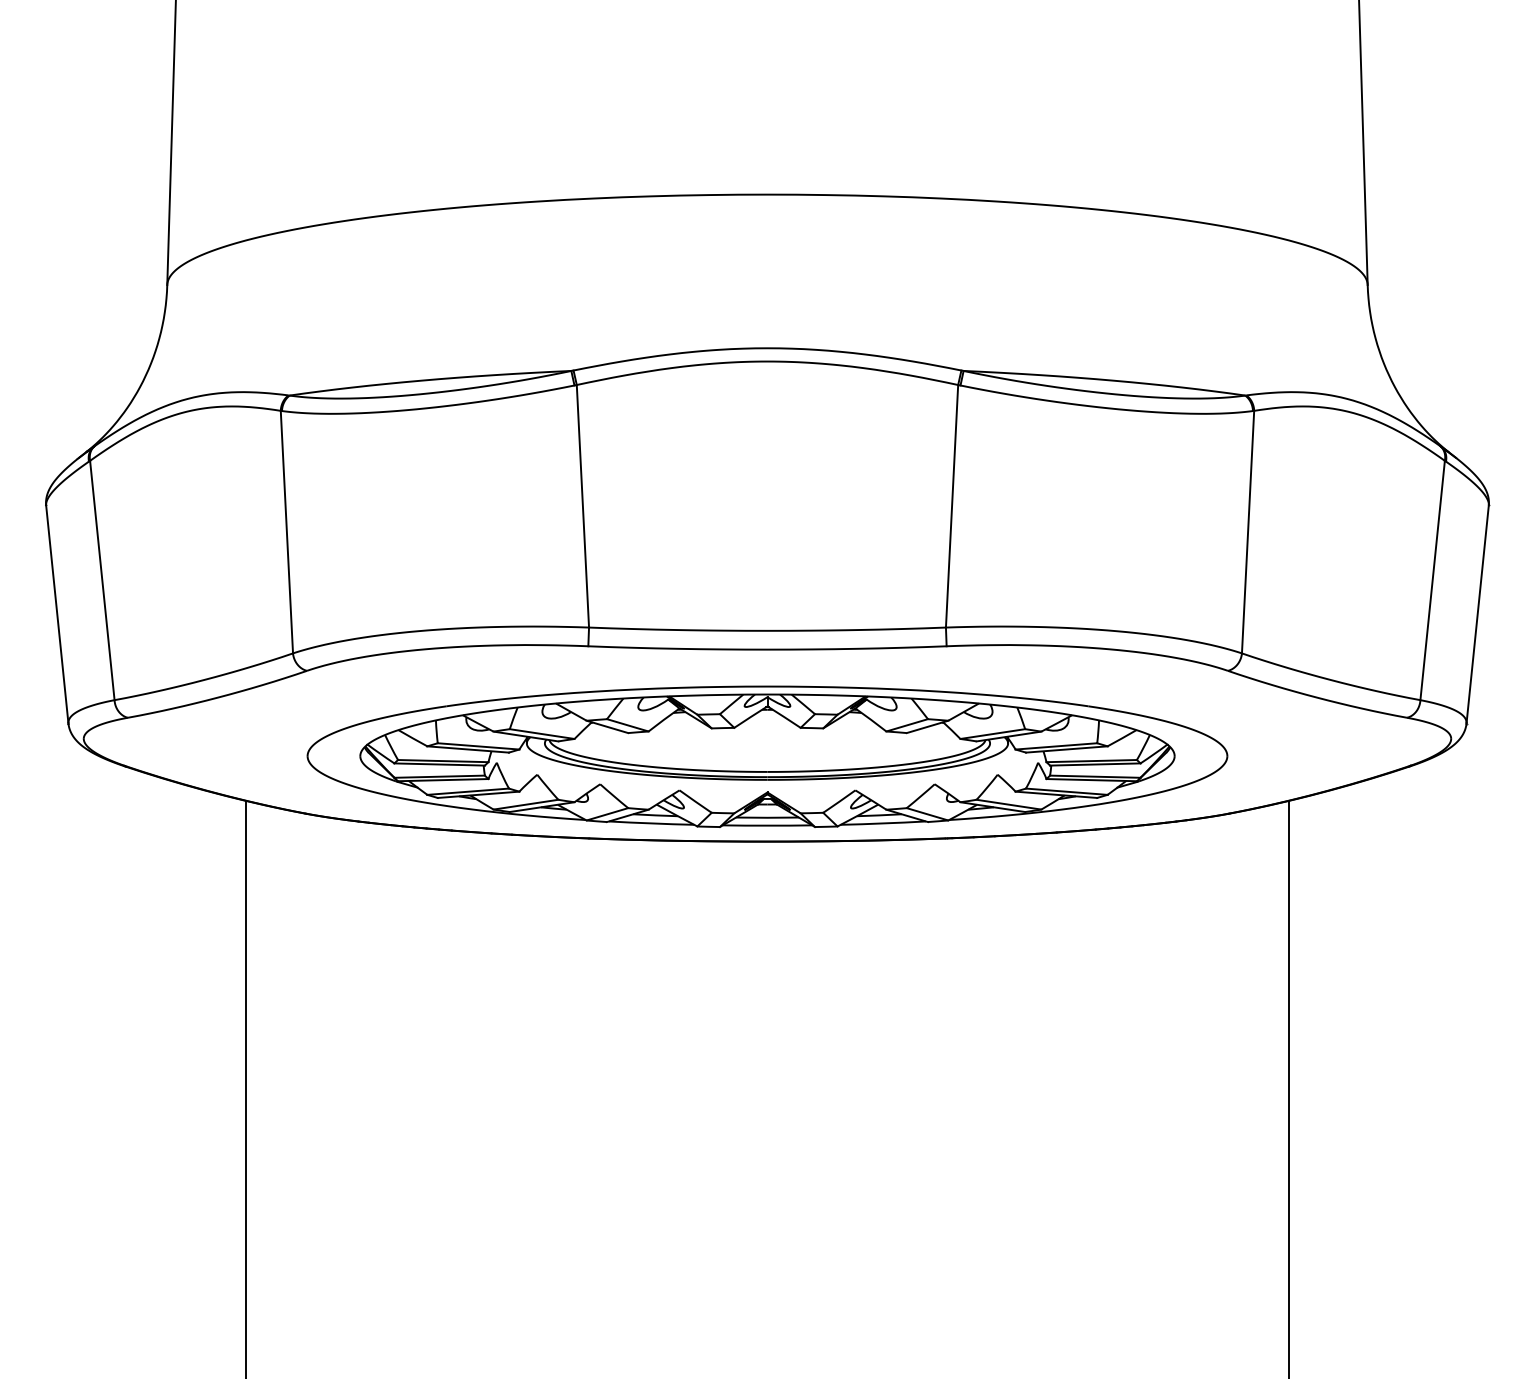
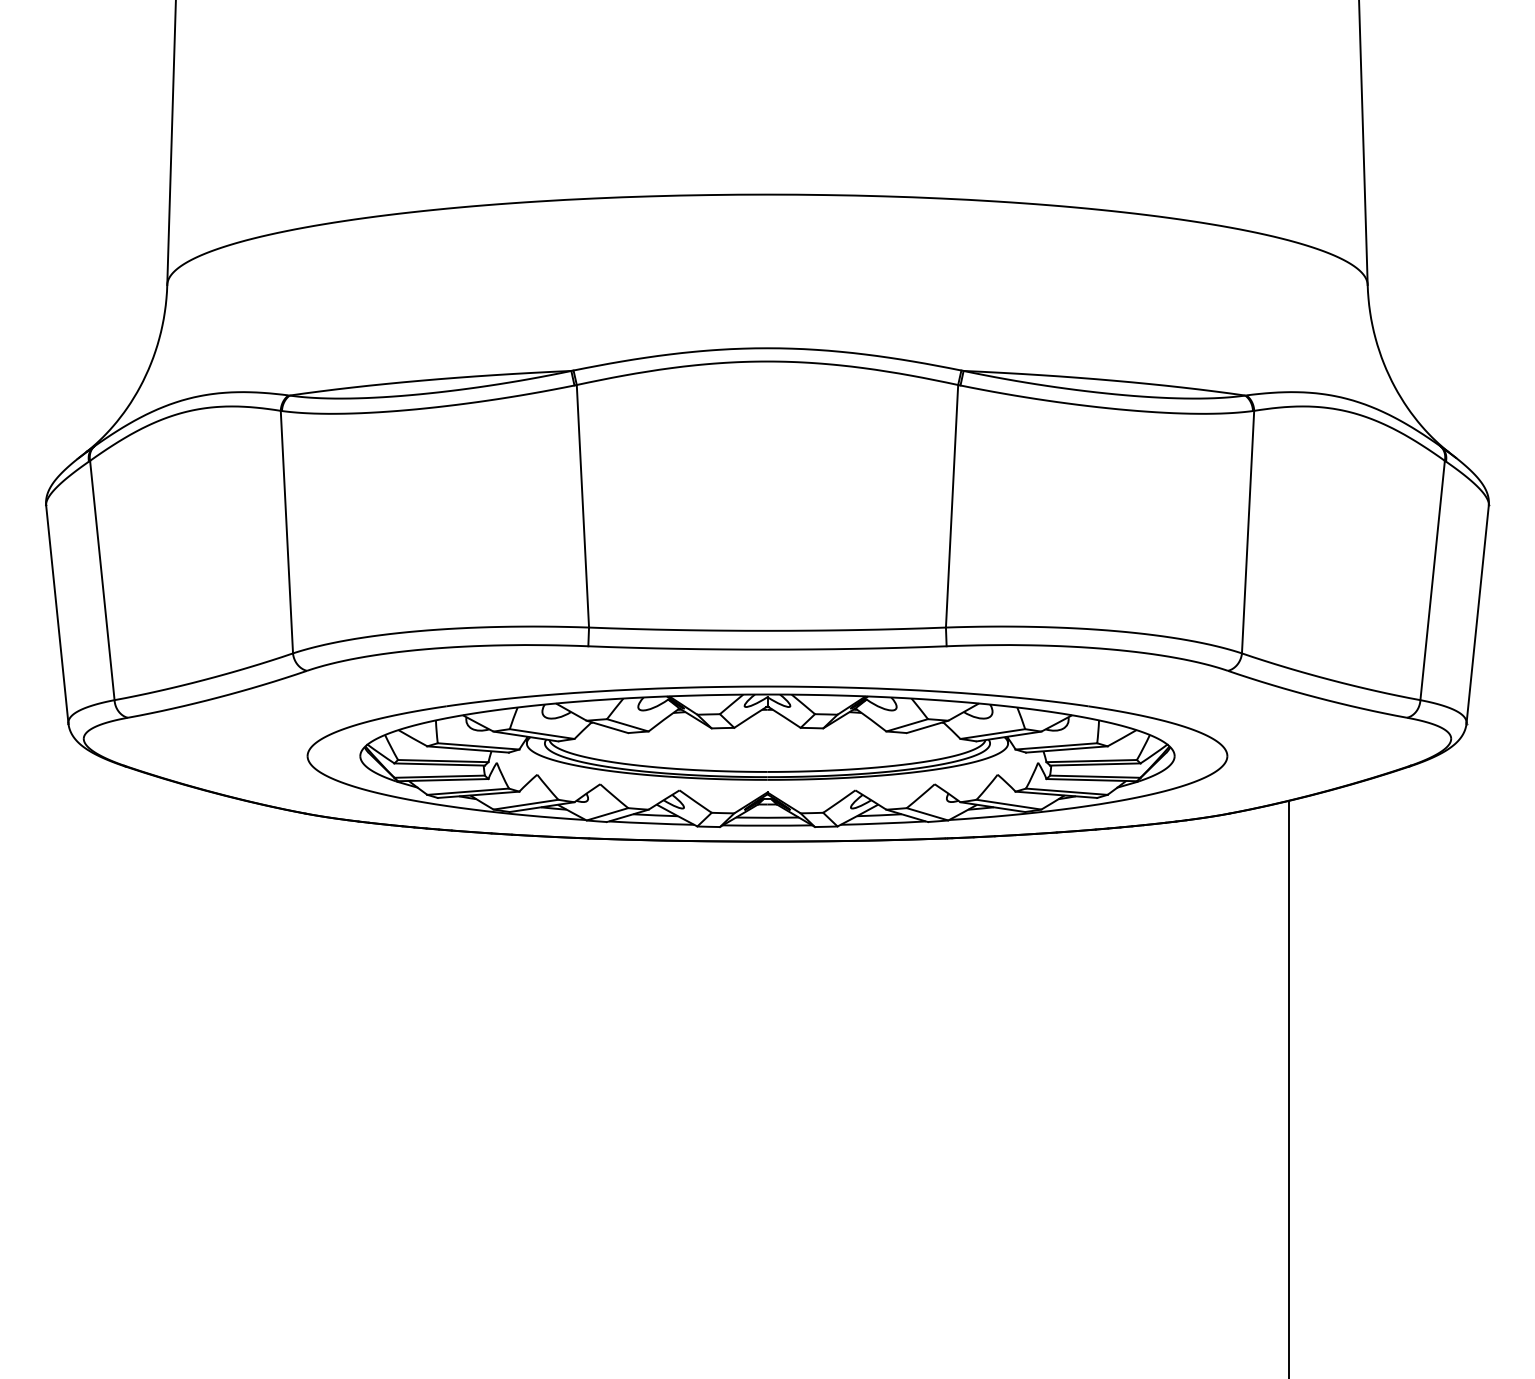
line at (246, 1087): present -> none
